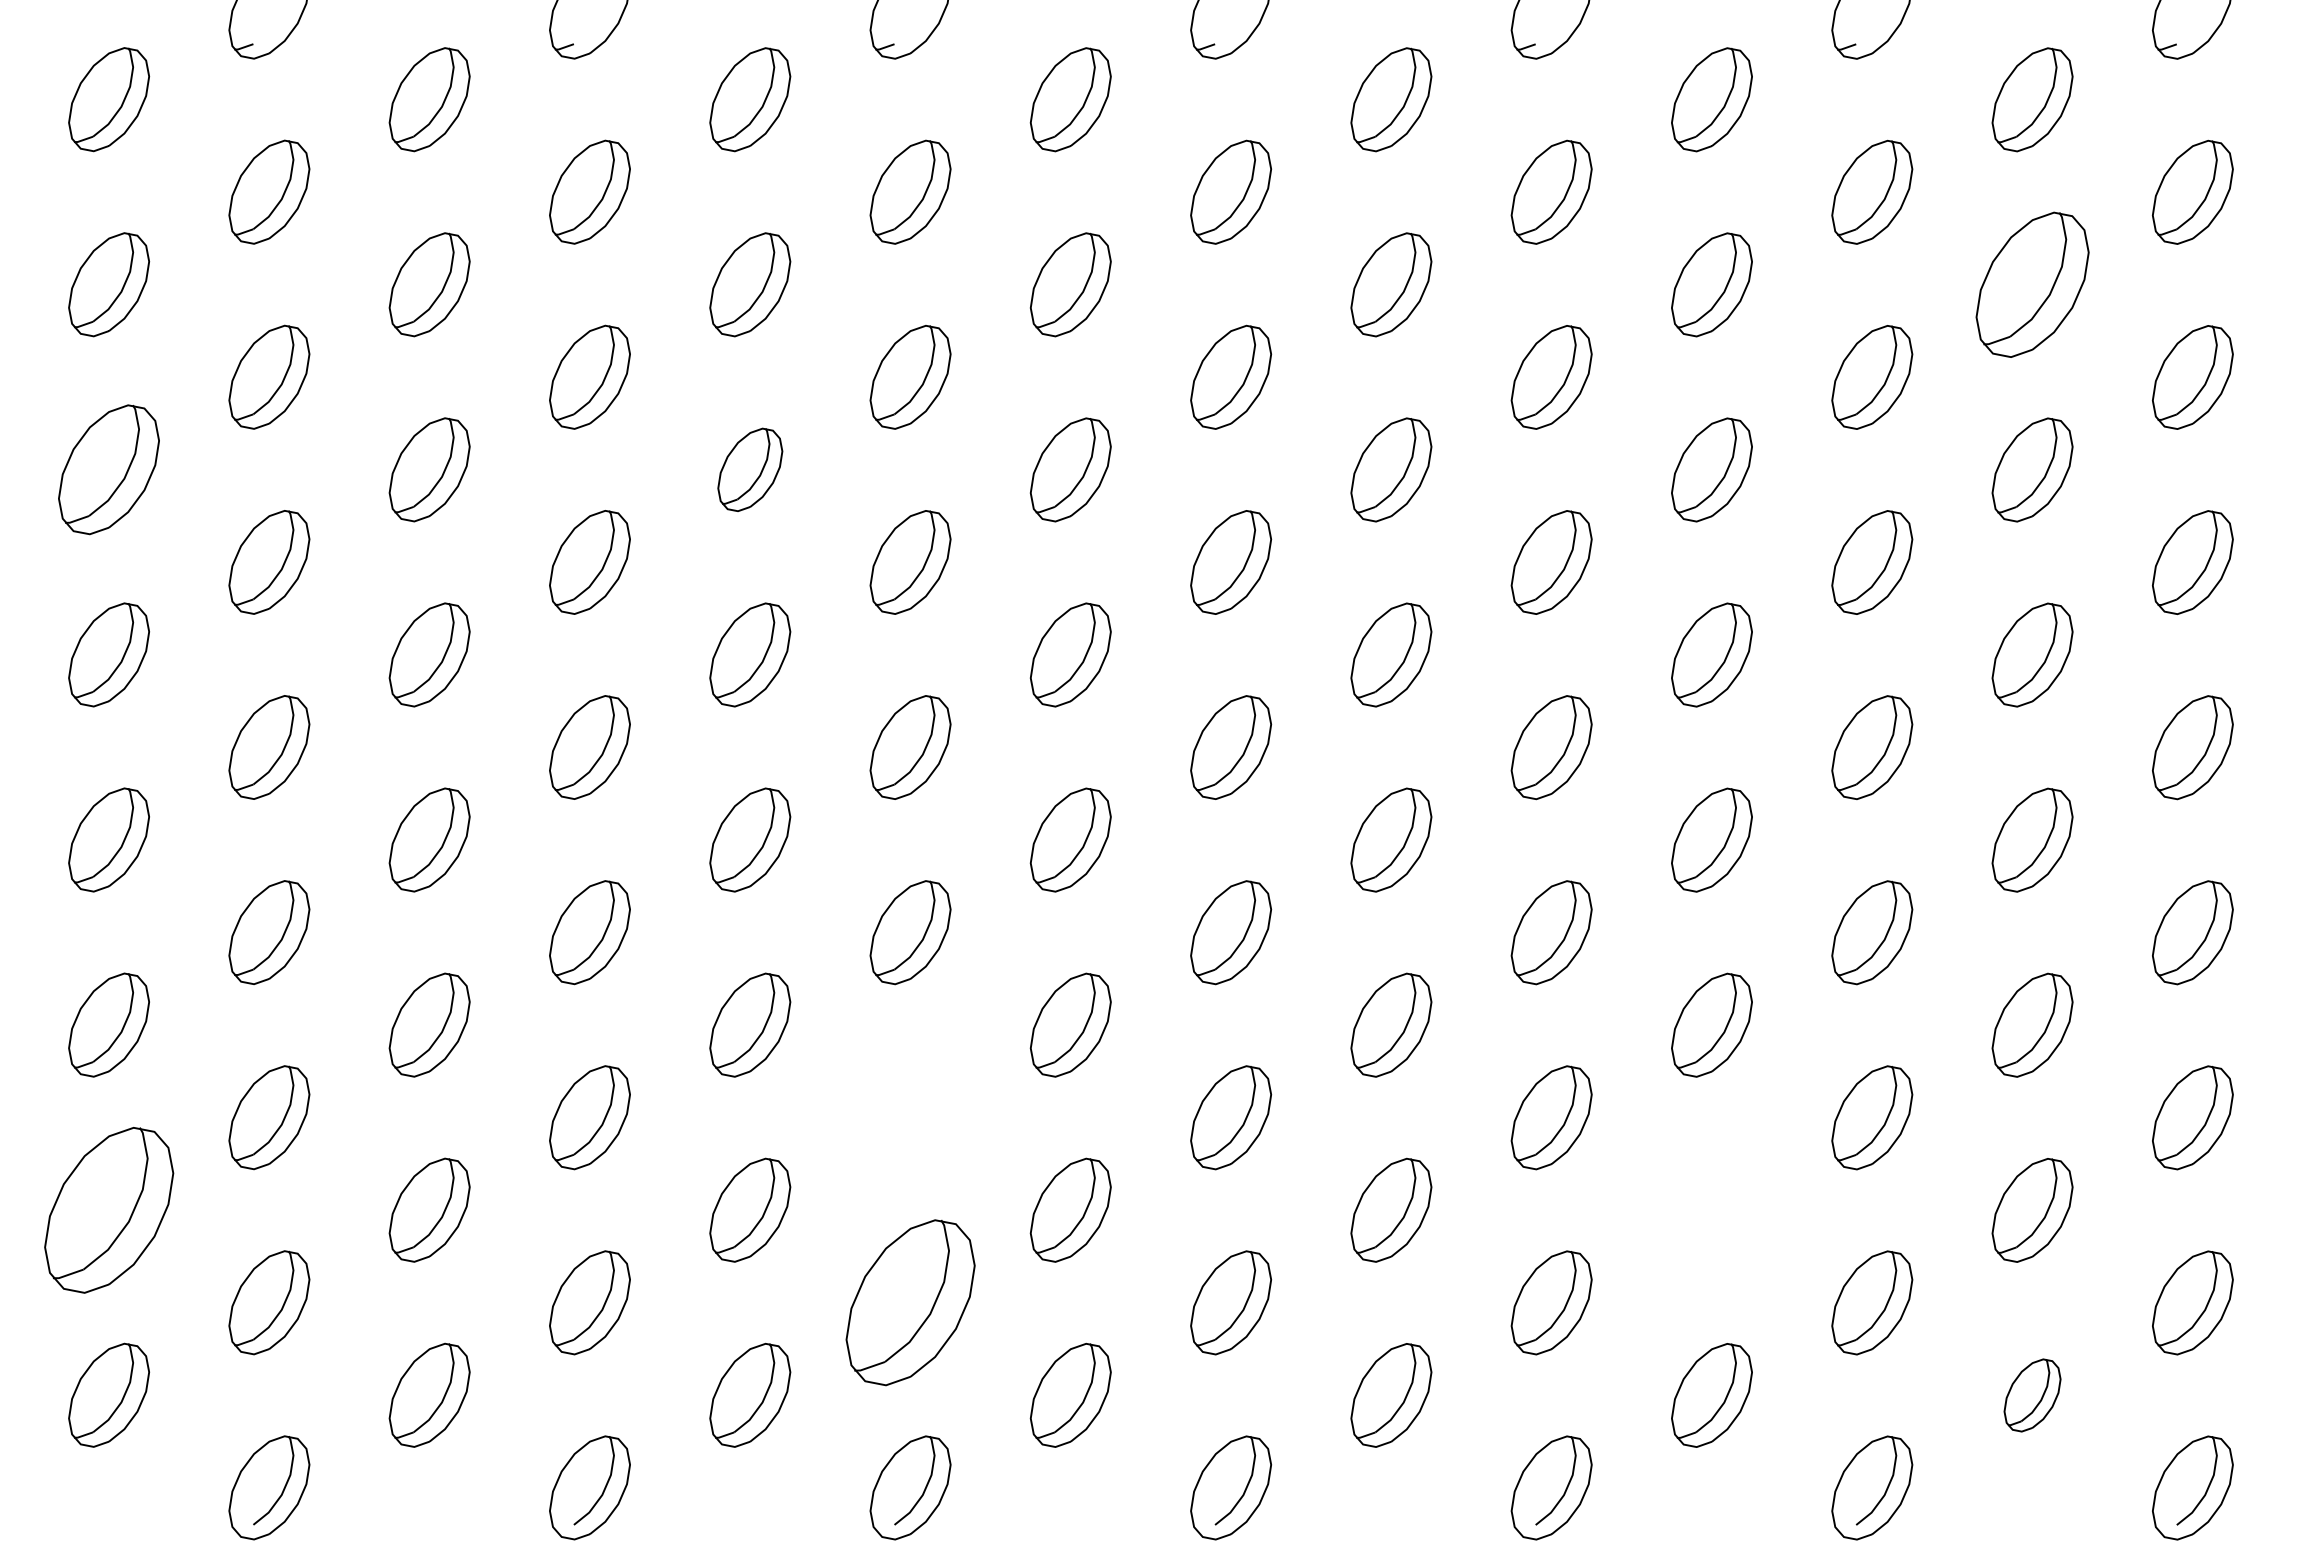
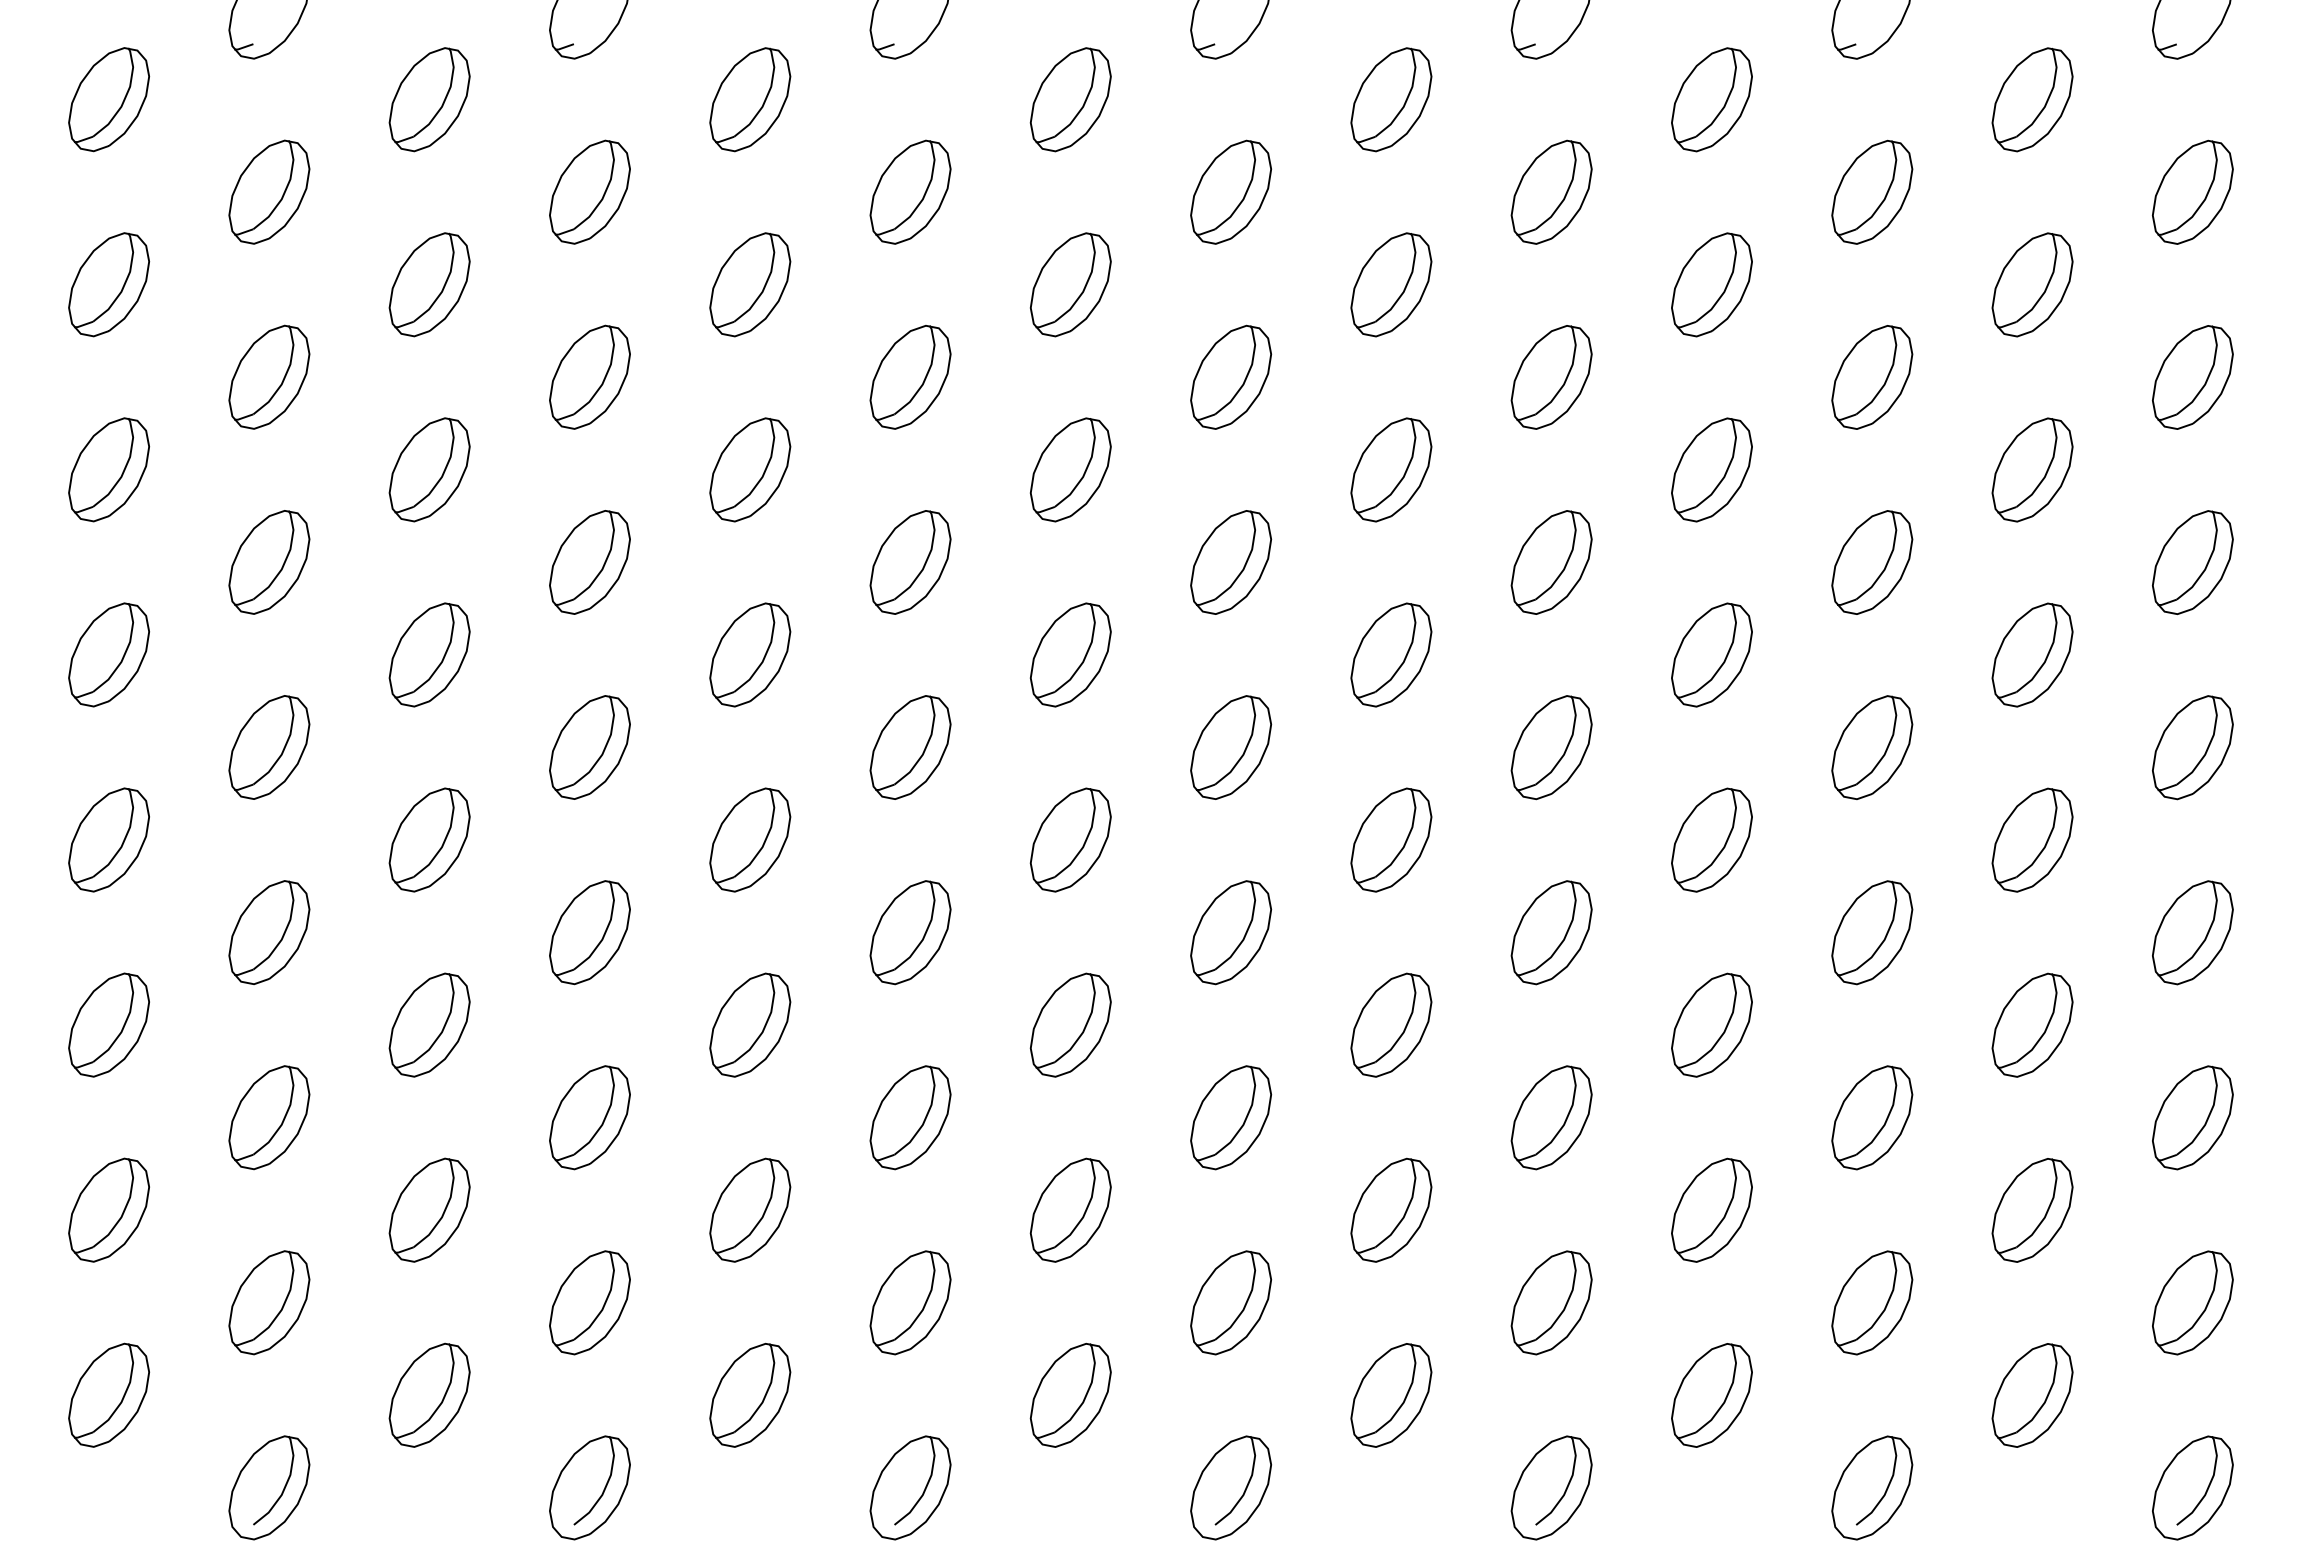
part at (2032, 284) size: 115x147 px -> 83x106 px
part at (108, 469) size: 102x132 px -> 83x106 px
part at (750, 469) size: 67x85 px -> 83x106 px
part at (910, 1117): none -> present
part at (1711, 1209): none -> present
part at (109, 1210) size: 131x167 px -> 82x106 px
part at (910, 1302) size: 131x168 px -> 83x106 px
part at (2032, 1395) size: 59x75 px -> 83x105 px
